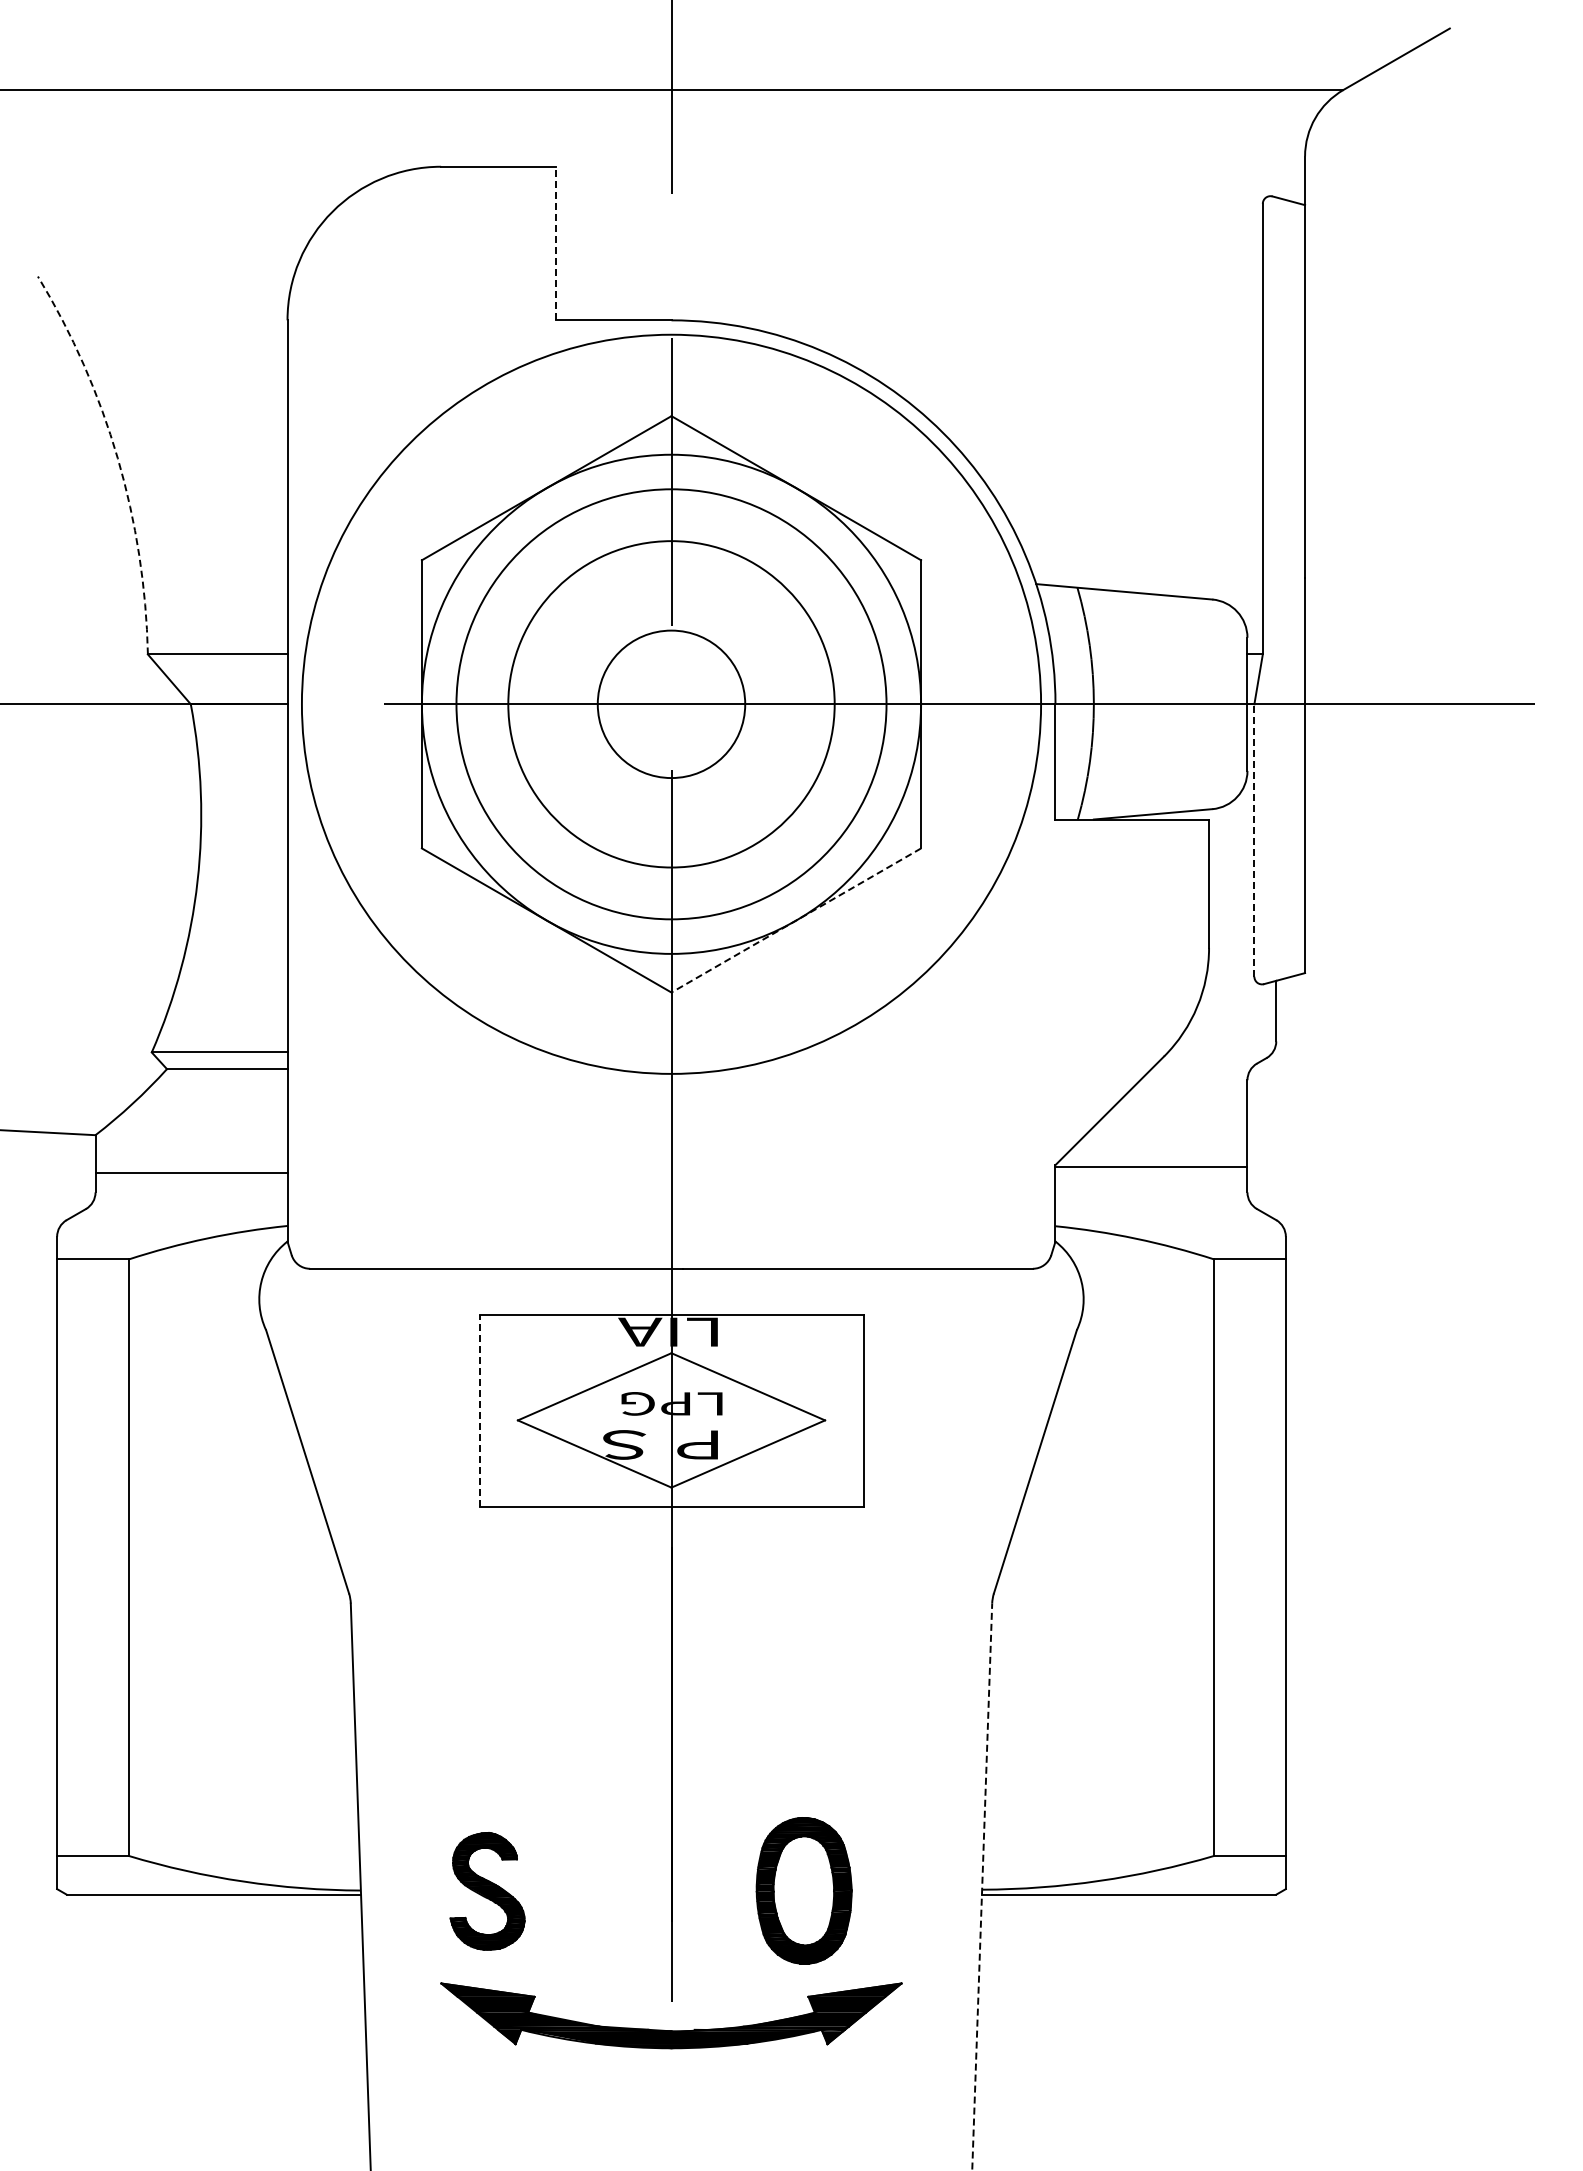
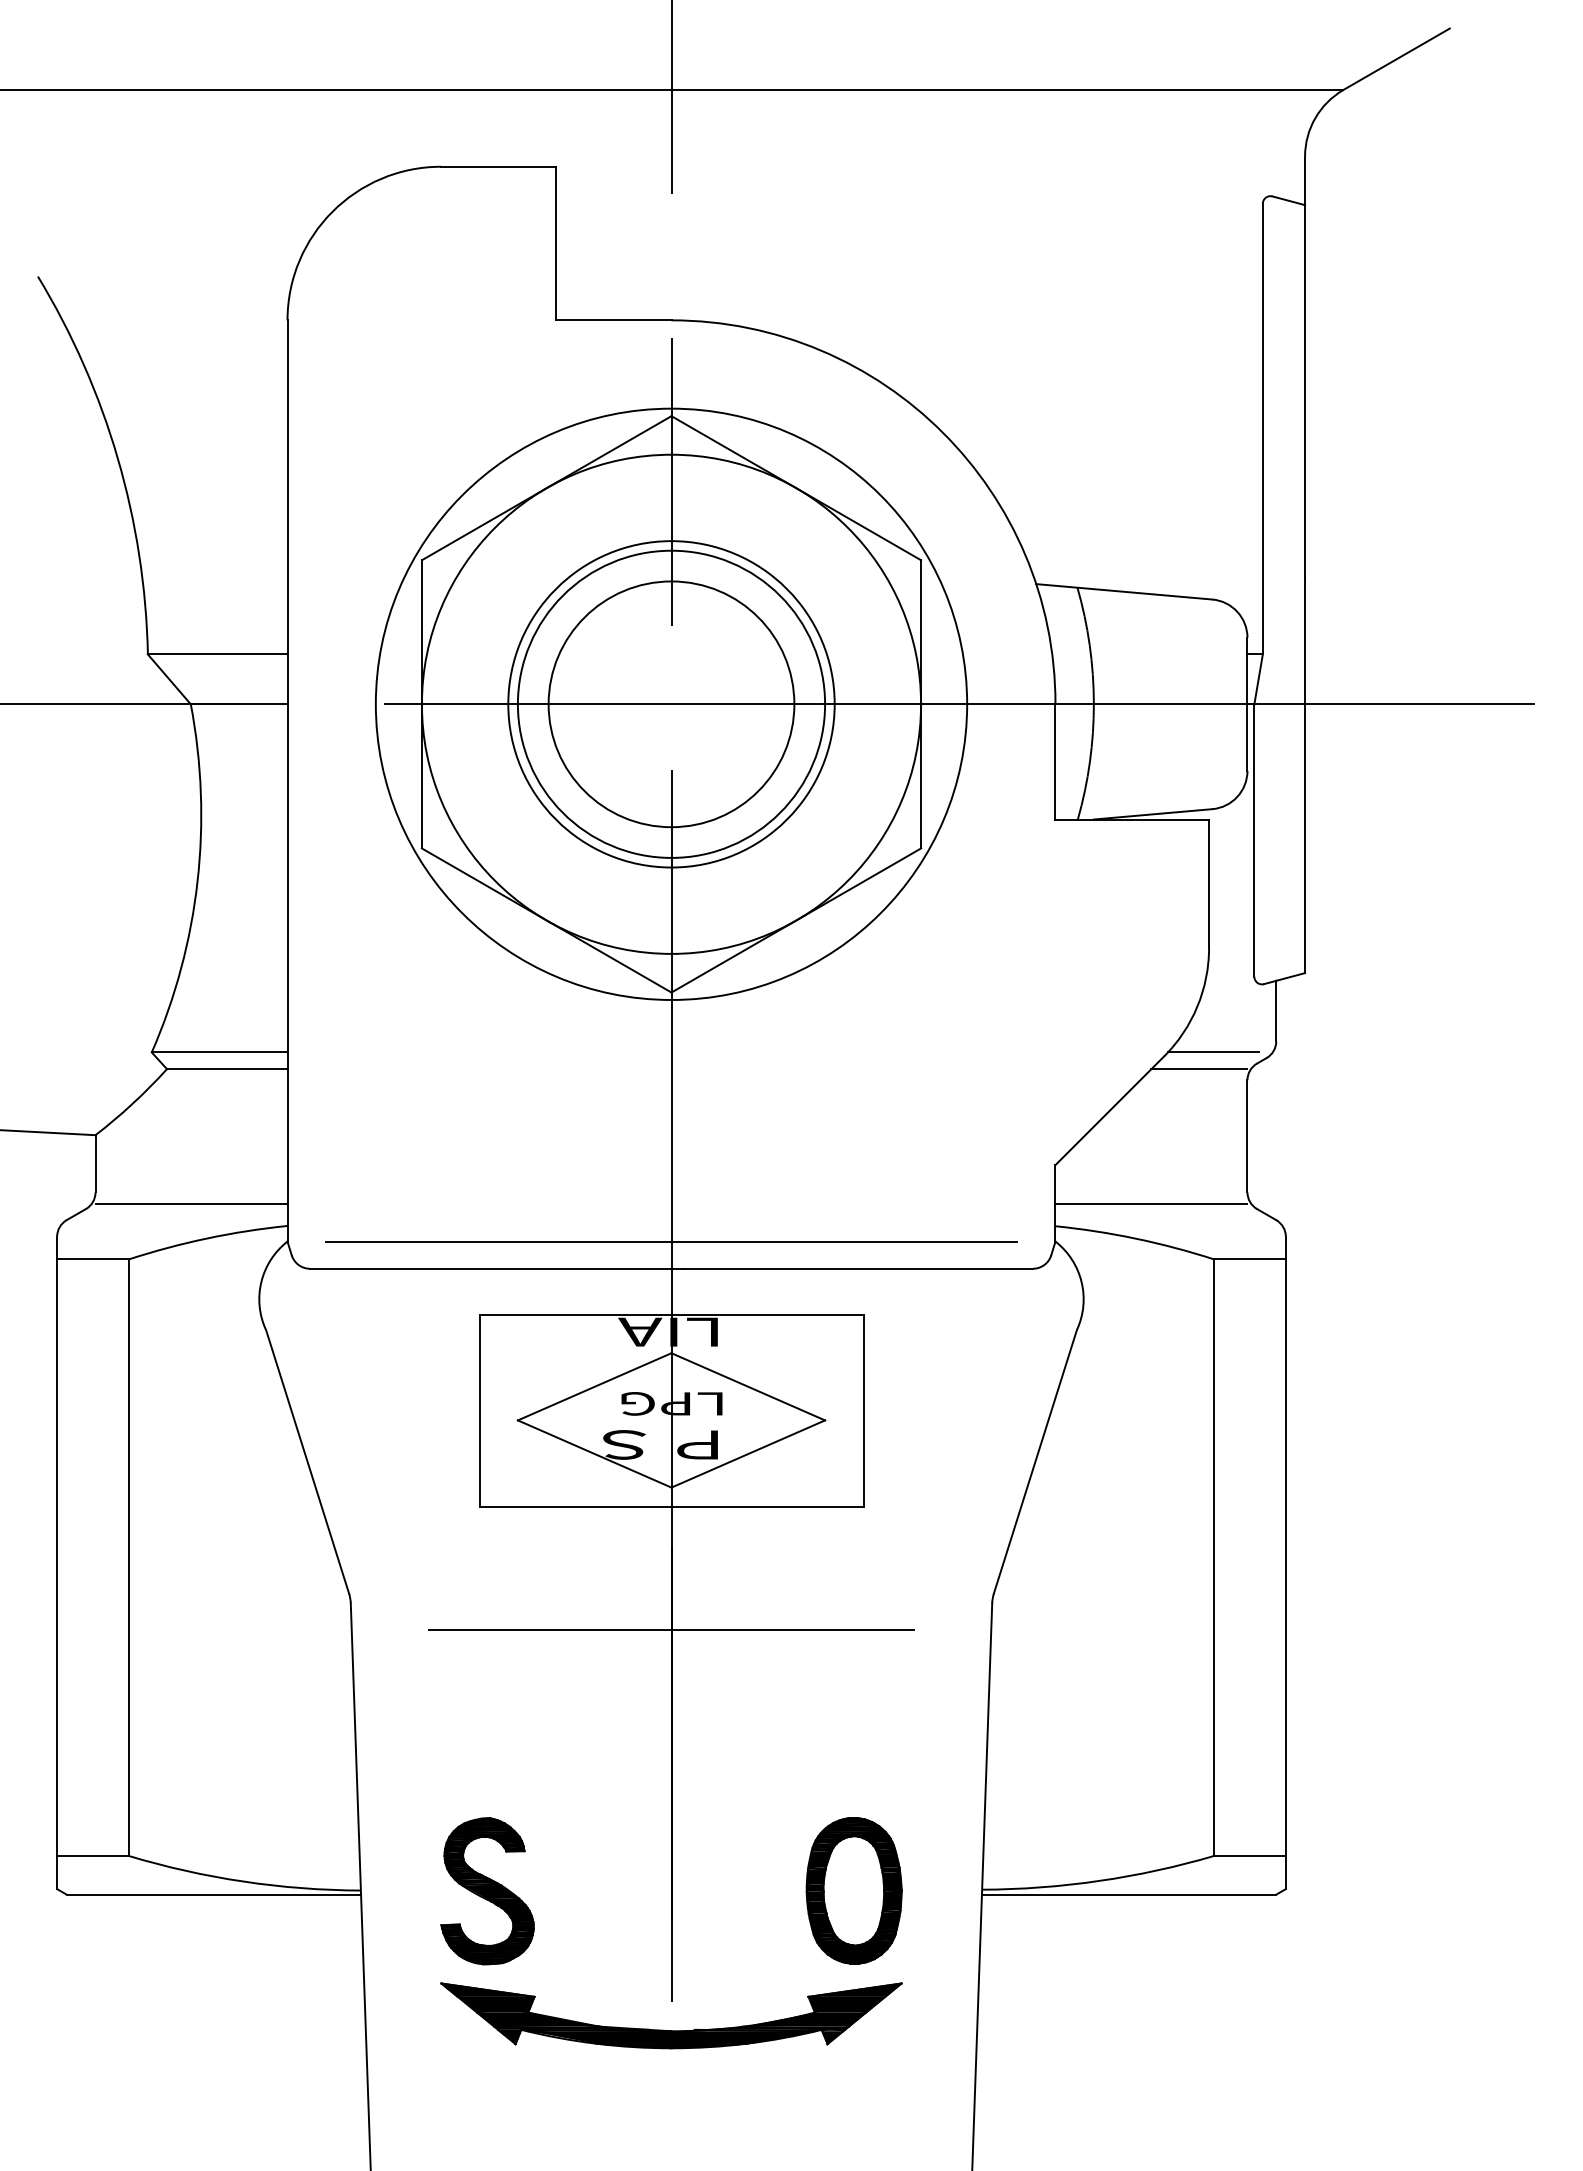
line at (556, 243): dashed -> solid
arc at (117, 458): dashed -> solid
circle at (671, 703) diameter: 739 px -> 591 px
circle at (671, 704) diameter: 147 px -> 246 px
circle at (671, 704) diameter: 430 px -> 307 px
line at (1254, 840): dashed -> solid
line at (795, 920): dashed -> solid
line at (1213, 1052): none -> present
line at (1199, 1069): none -> present
line at (1151, 1166) position: (1151, 1166) -> (1151, 1203)
line at (191, 1172) position: (191, 1172) -> (191, 1203)
line at (671, 1241): none -> present
line at (479, 1410): dashed -> solid
line at (671, 1629): none -> present
line at (982, 1886): dashed -> solid
part at (803, 1890) position: (803, 1890) -> (853, 1890)
part at (487, 1891) size: 77x119 px -> 95x149 px
